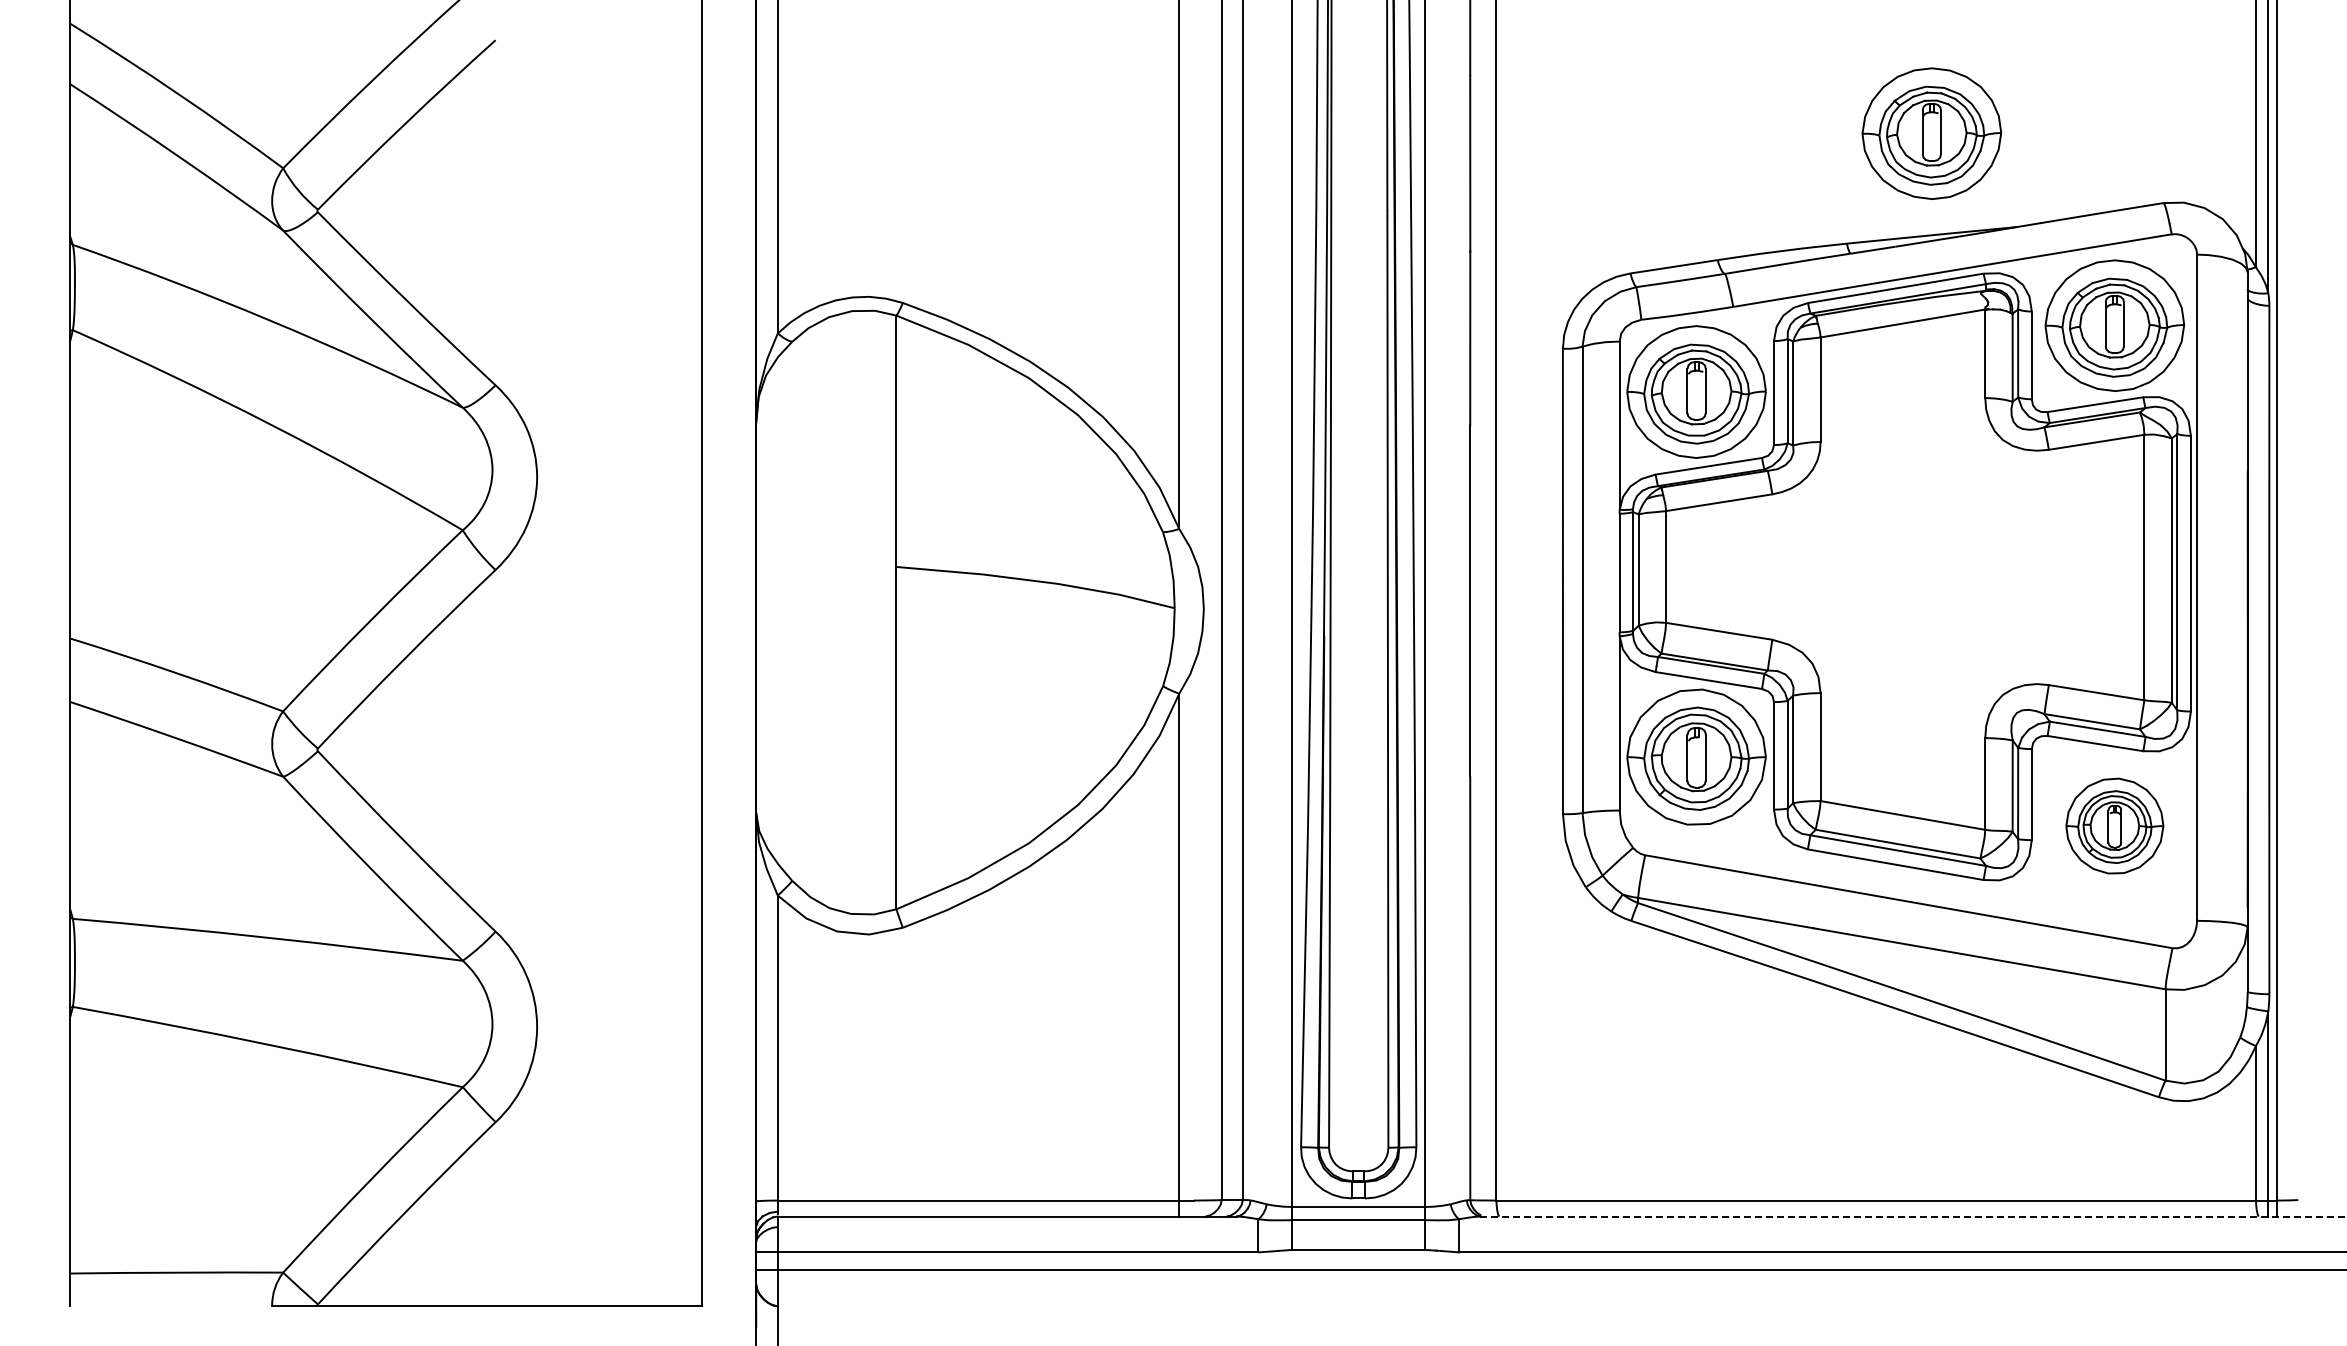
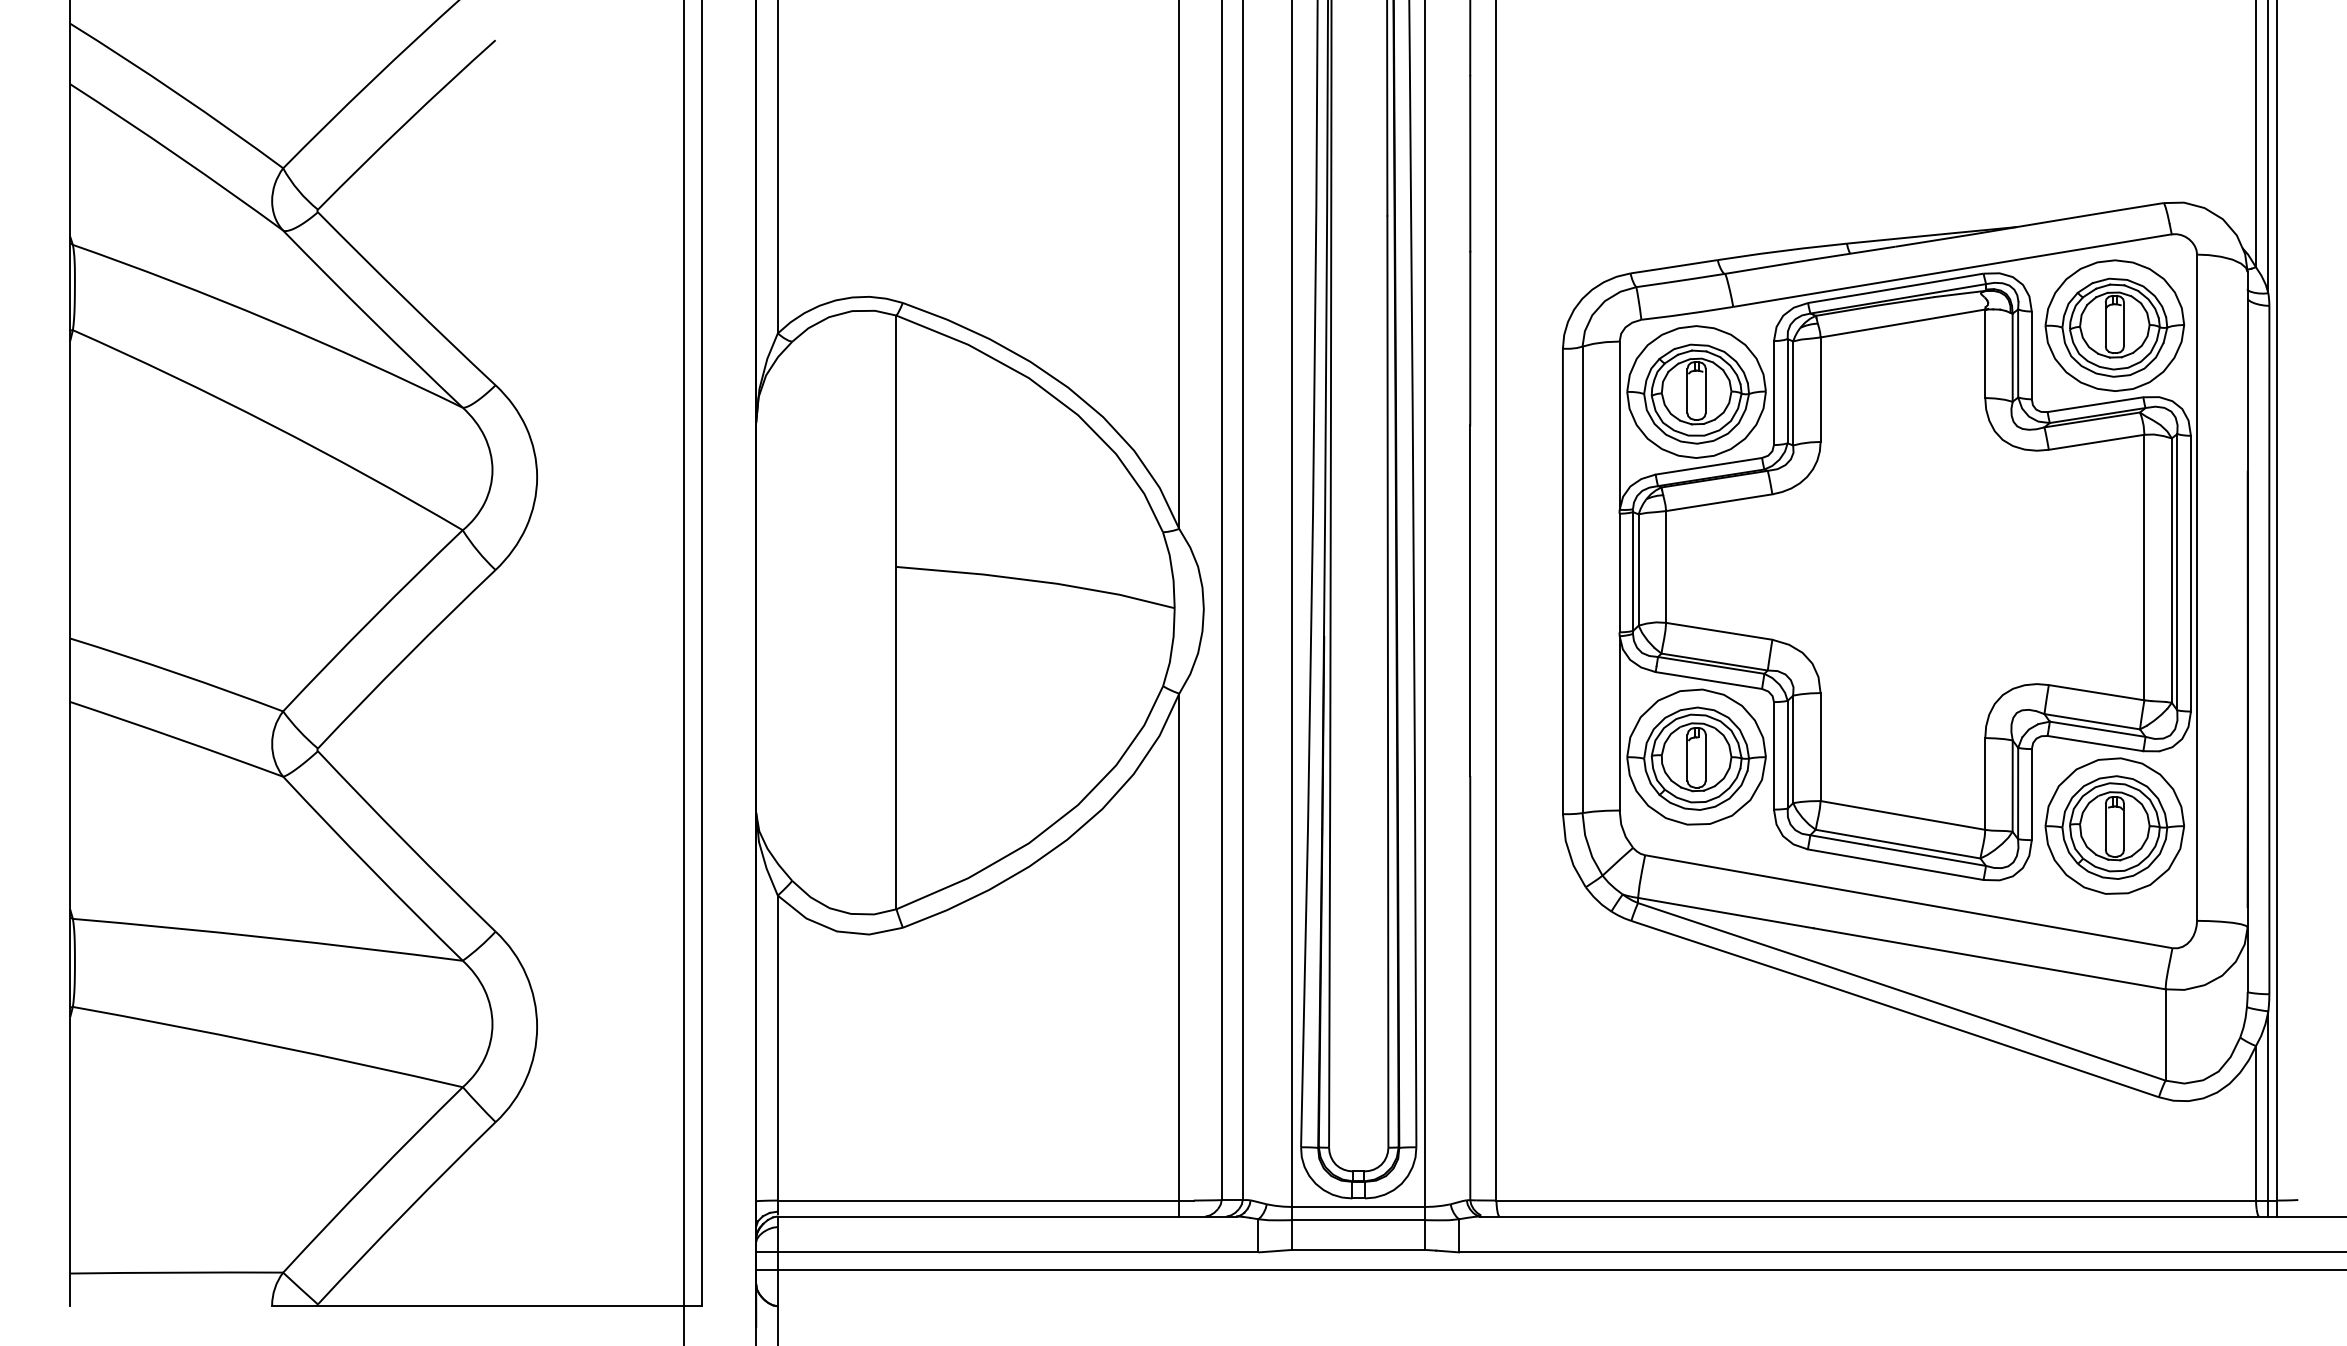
part at (1931, 133): present -> none
line at (683, 672): none -> present
part at (2114, 825) size: 100x98 px -> 142x138 px
line at (1913, 1216): dashed -> solid
